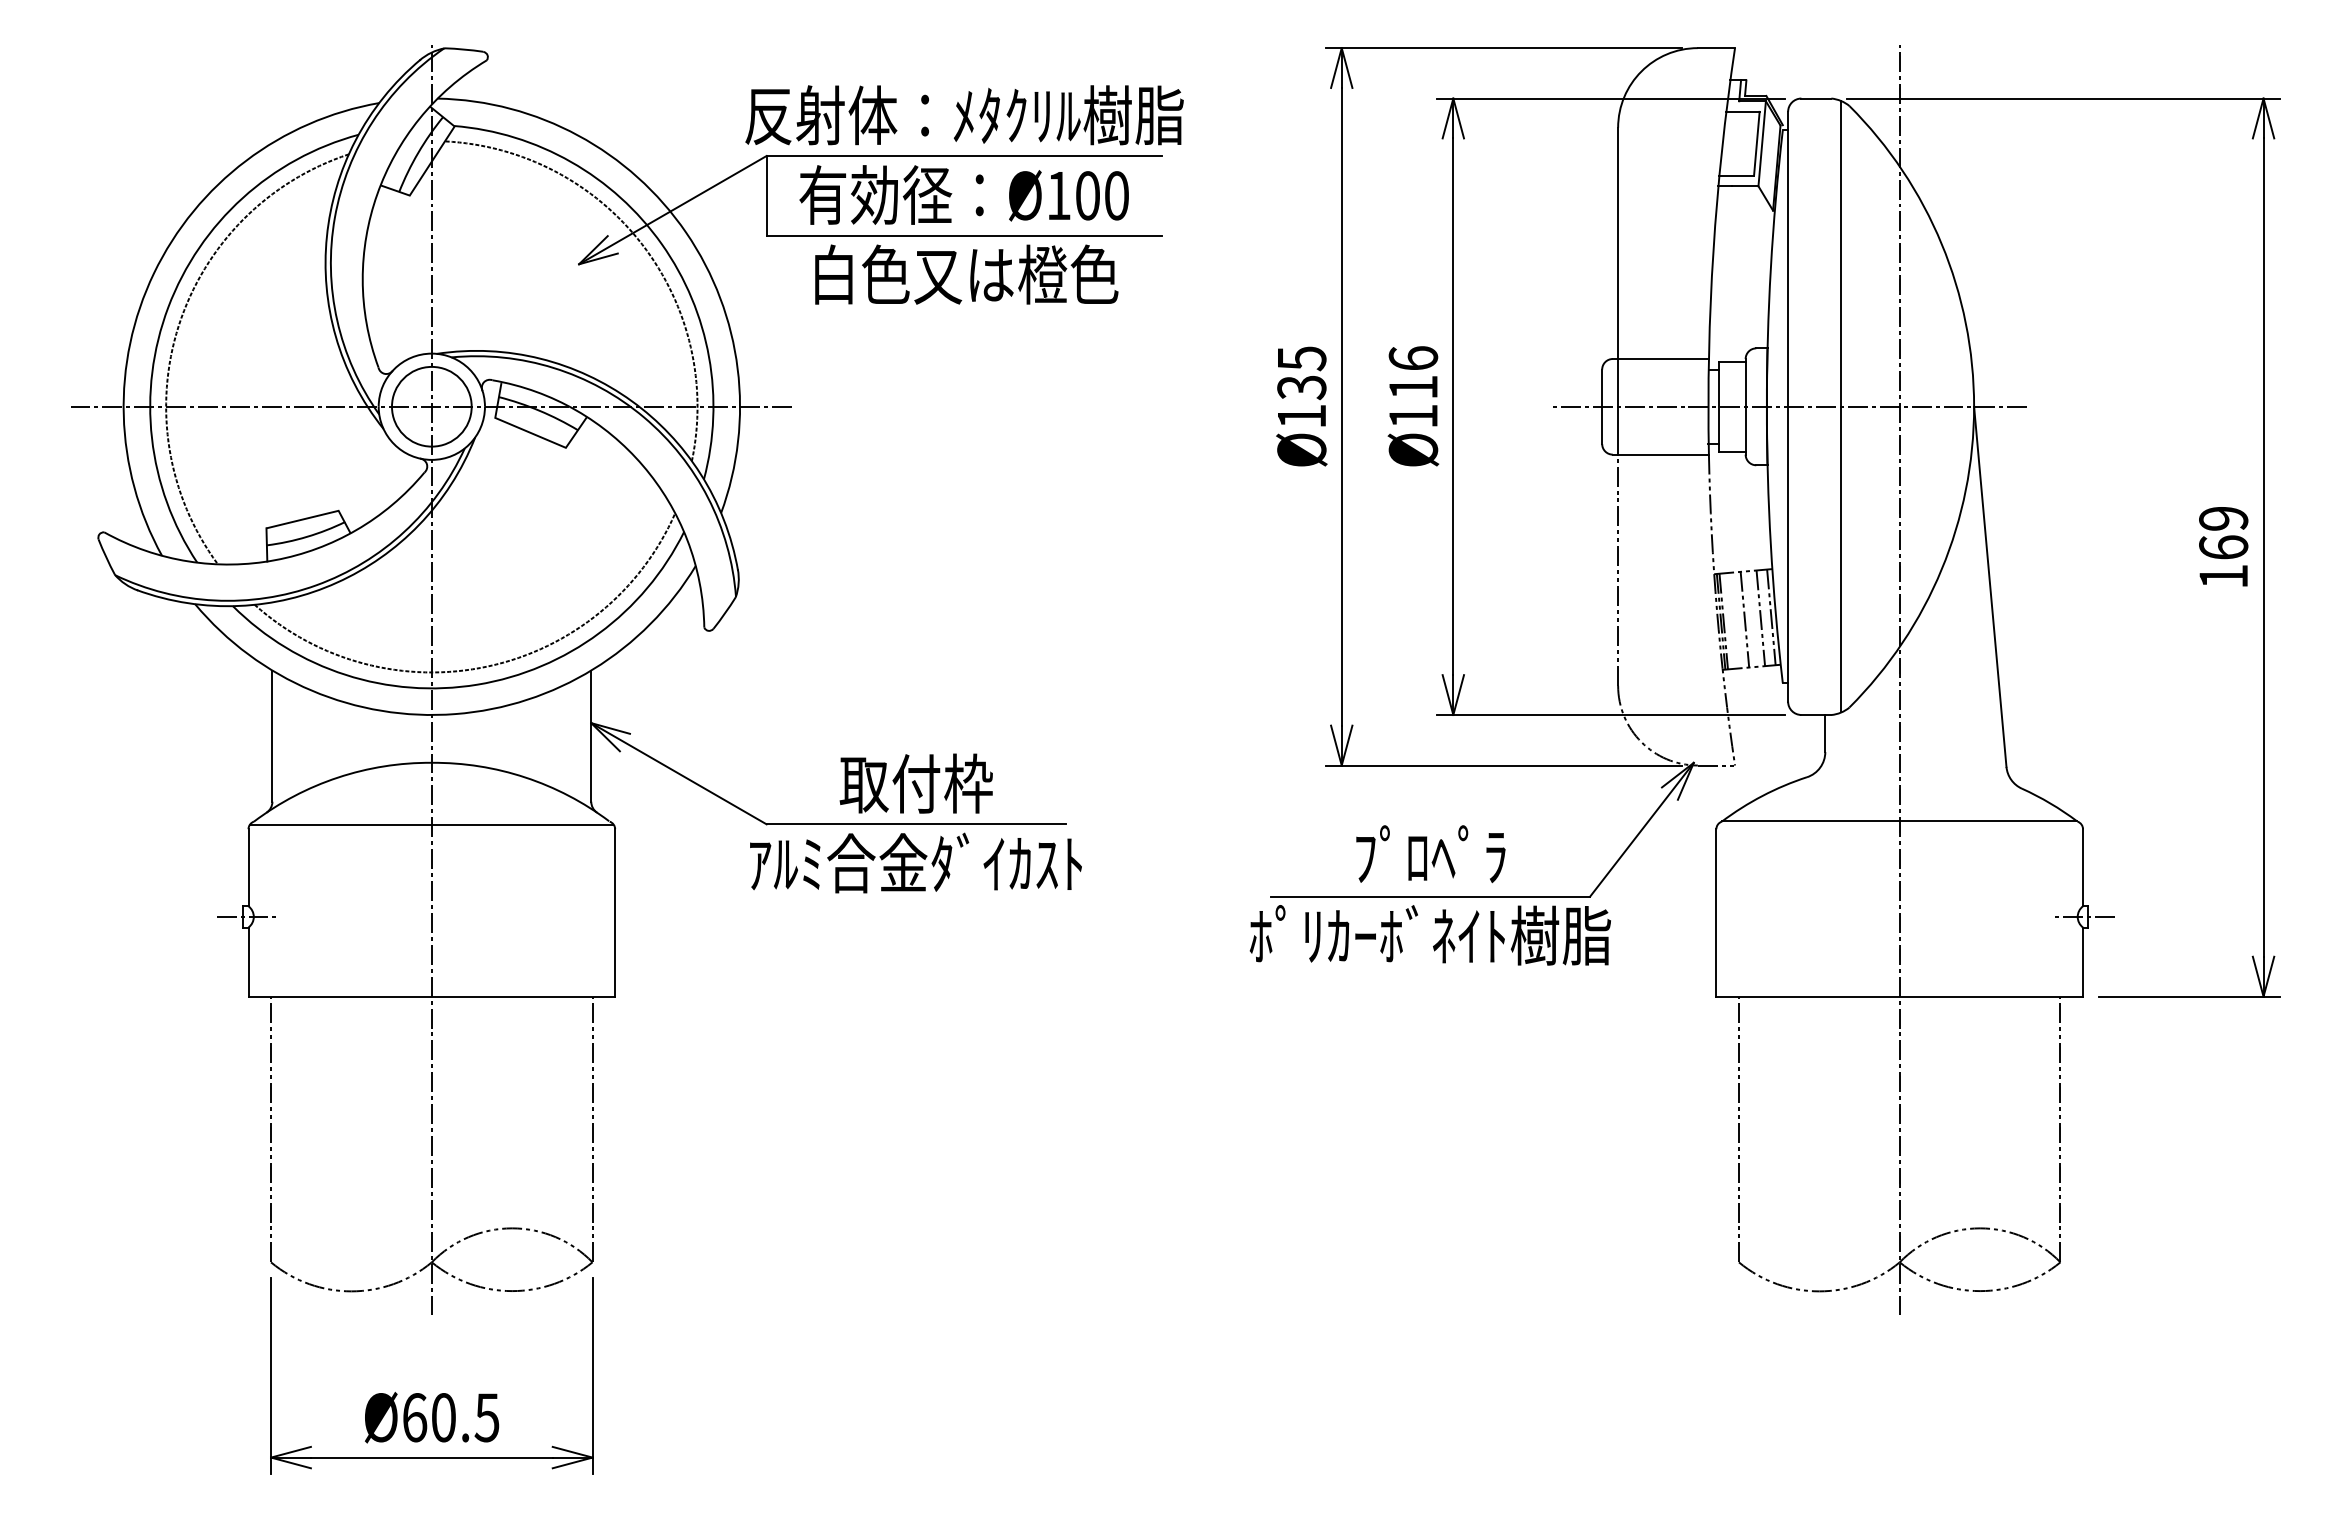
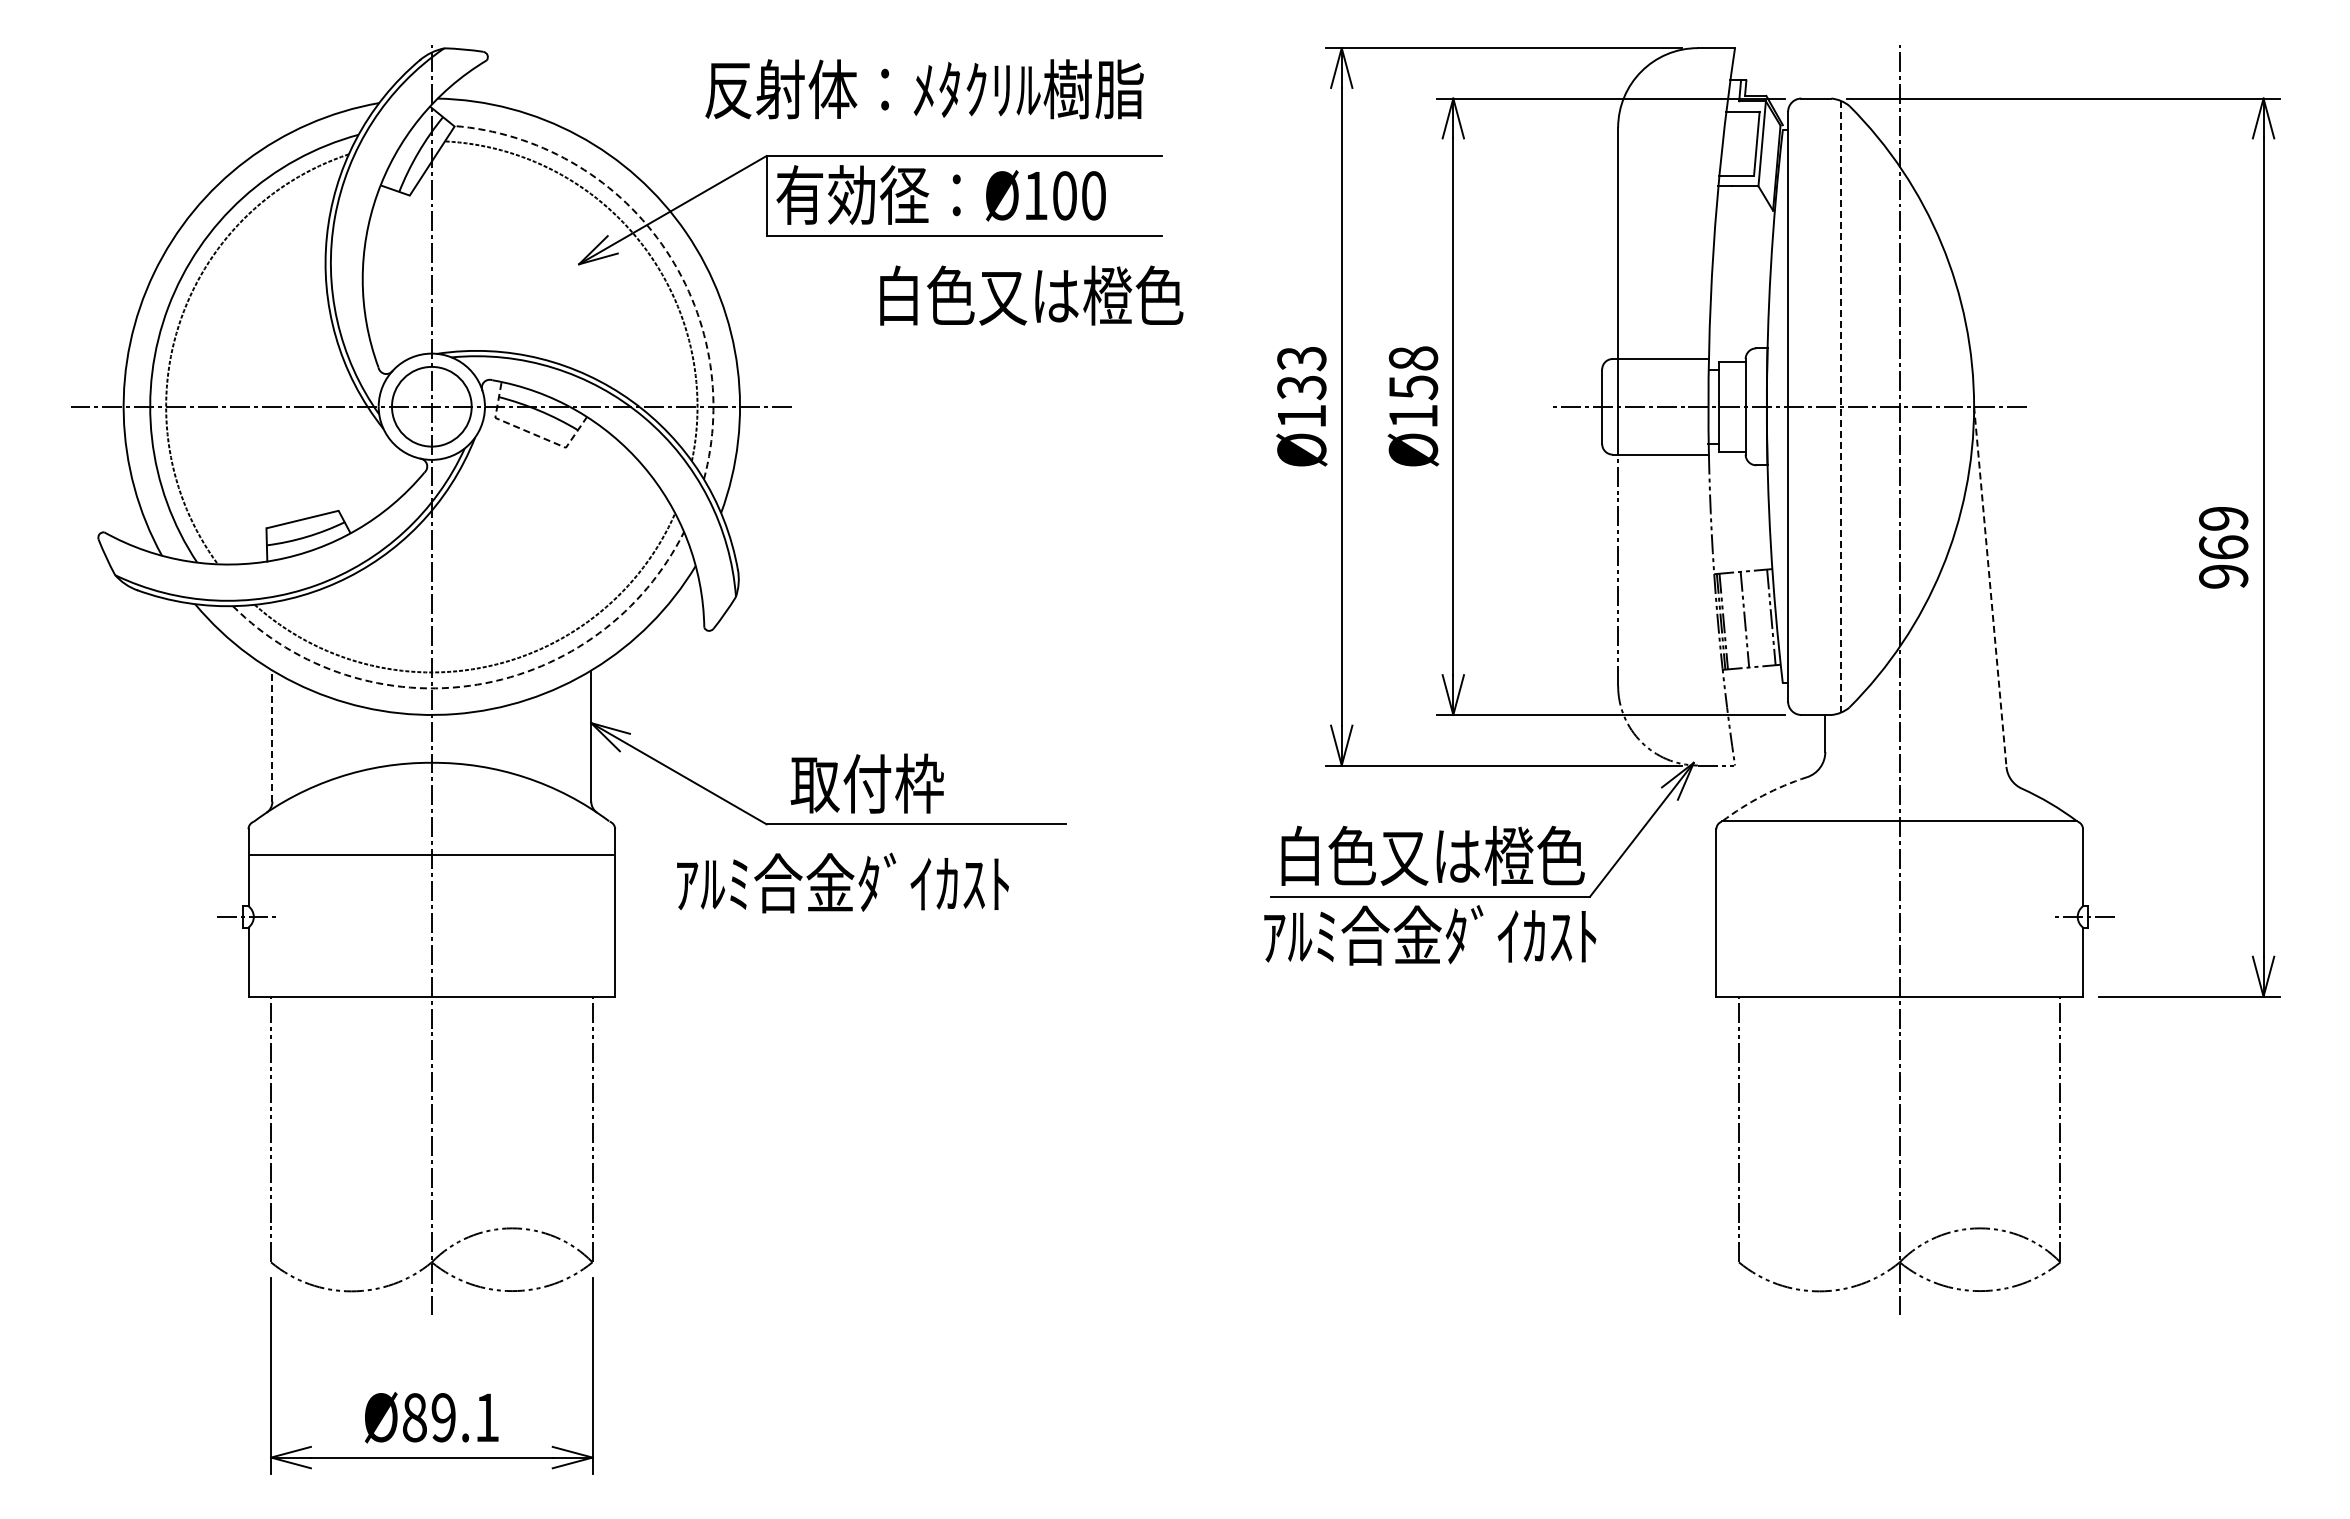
text at (964, 115) position: (964, 115) -> (924, 89)
text at (963, 194) position: (963, 194) -> (940, 194)
arc at (661, 244): solid -> dashed
text at (966, 274) position: (966, 274) -> (1031, 295)
text at (1301, 358): Ø135 -> Ø133
text at (1413, 373): Ø116 -> Ø158
line at (1841, 406): solid -> dashed
line at (531, 433): solid -> dashed
text at (2223, 576): 169 -> 969
line at (1990, 586): solid -> dashed
line at (1760, 618): present -> none
arc at (477, 684): solid -> dashed
line at (272, 736): solid -> dashed
text at (915, 783) position: (915, 783) -> (866, 783)
arc at (1762, 795): solid -> dashed
line at (431, 824) position: (431, 824) -> (431, 854)
text at (1432, 855): ﾌﾟﾛﾍﾟﾗ -> 白色又は橙色
text at (915, 862) position: (915, 862) -> (842, 882)
text at (1429, 935): ﾎﾟﾘｶｰﾎﾞﾈｲﾄ樹脂 -> ｱﾙﾐ合金ﾀﾞｲｶｽﾄ
text at (451, 1417): Ø60.5 -> Ø89.1
